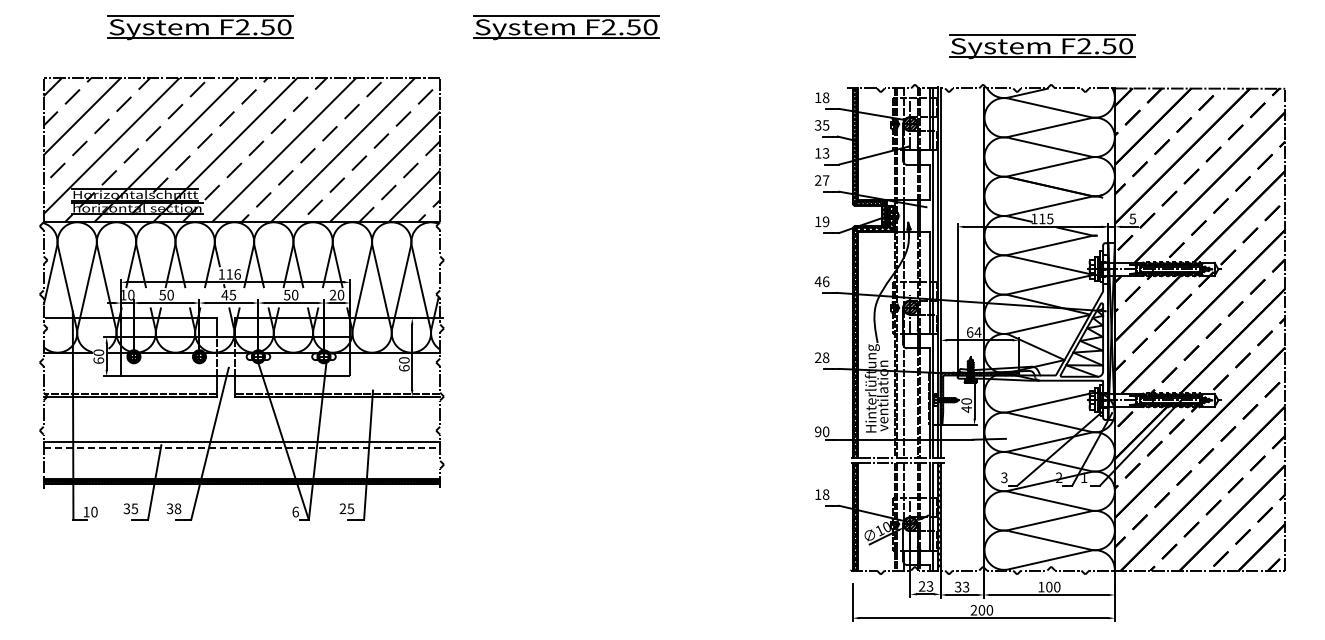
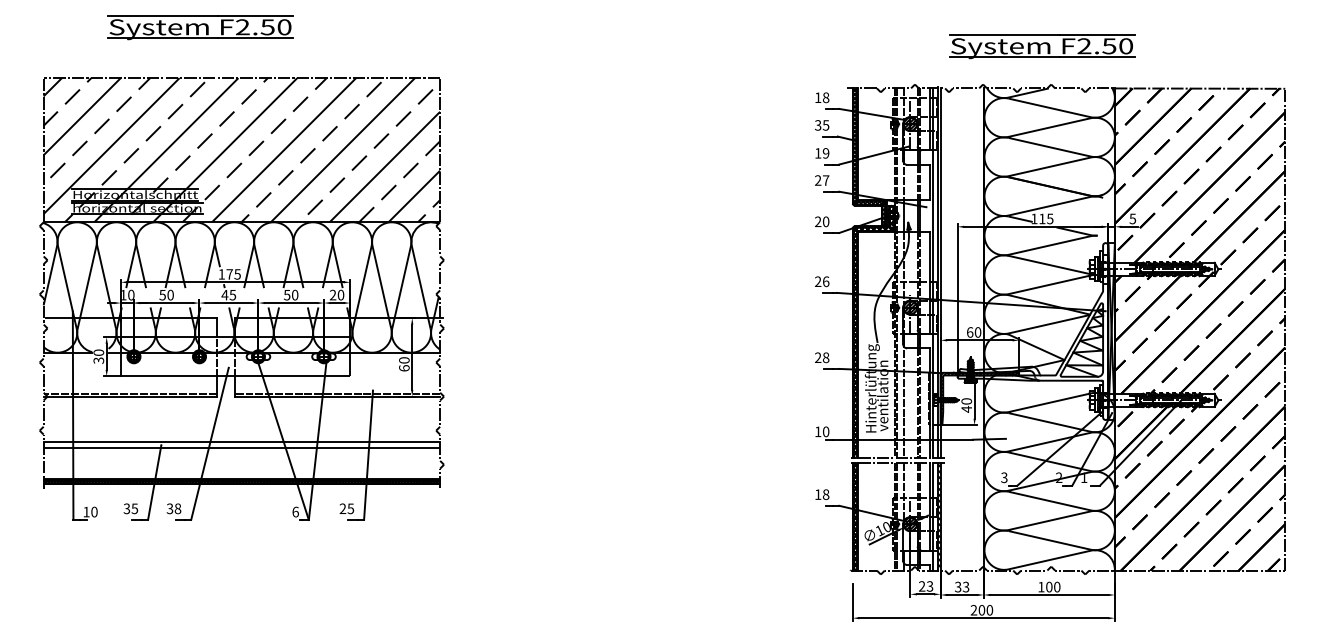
part at (566, 27): present -> none
text at (825, 153): 13 -> 19
text at (822, 221): 19 -> 20
text at (233, 274): 116 -> 175
text at (817, 281): 46 -> 26
text at (977, 332): 64 -> 60
text at (98, 360): 60 -> 30
text at (818, 431): 90 -> 10
line at (242, 447): dashed -> solid
